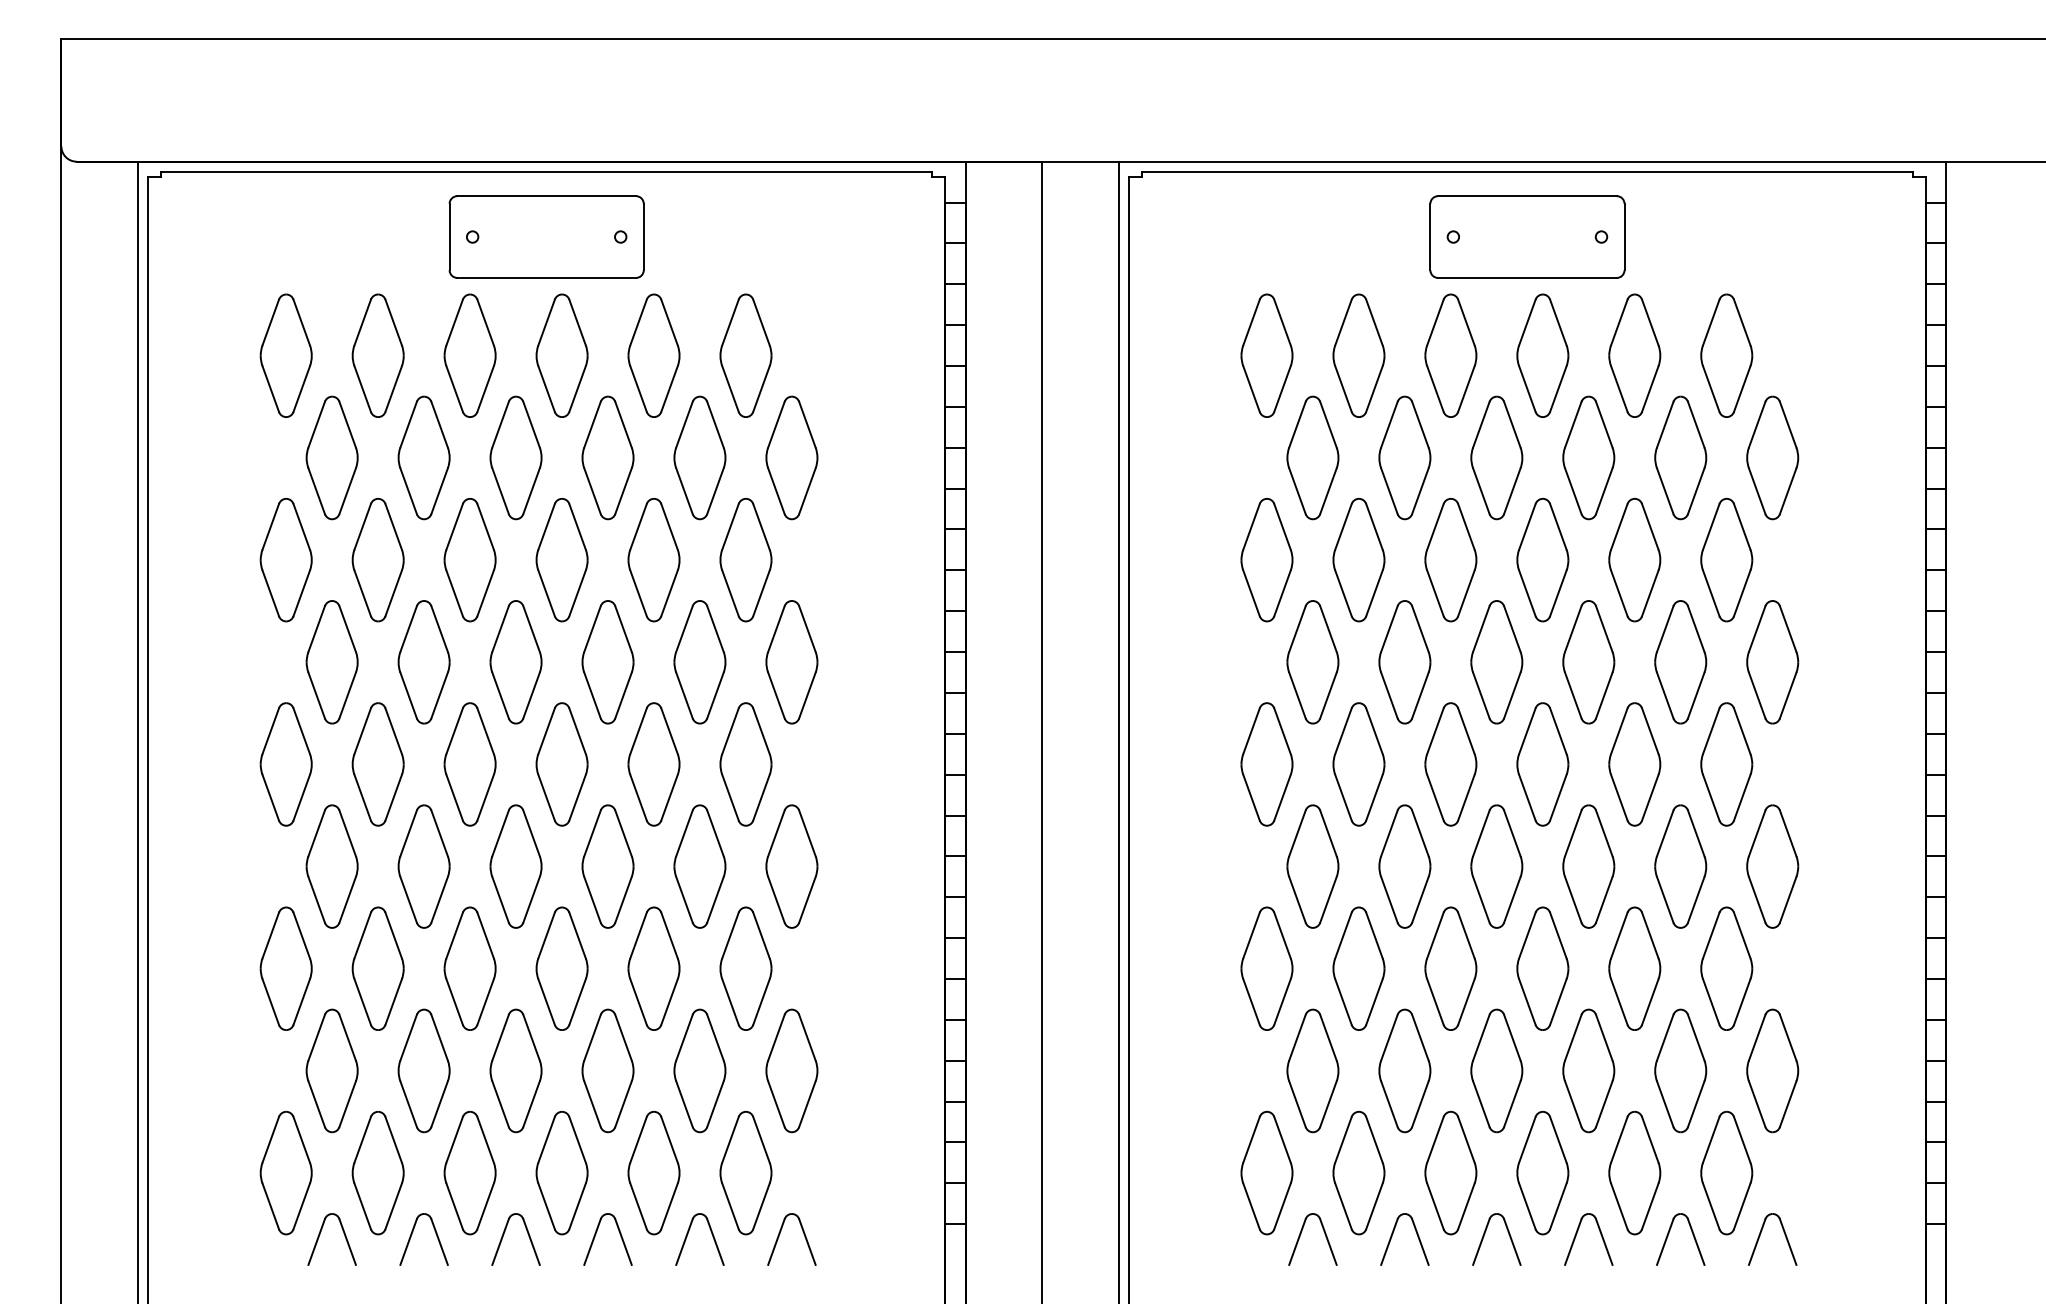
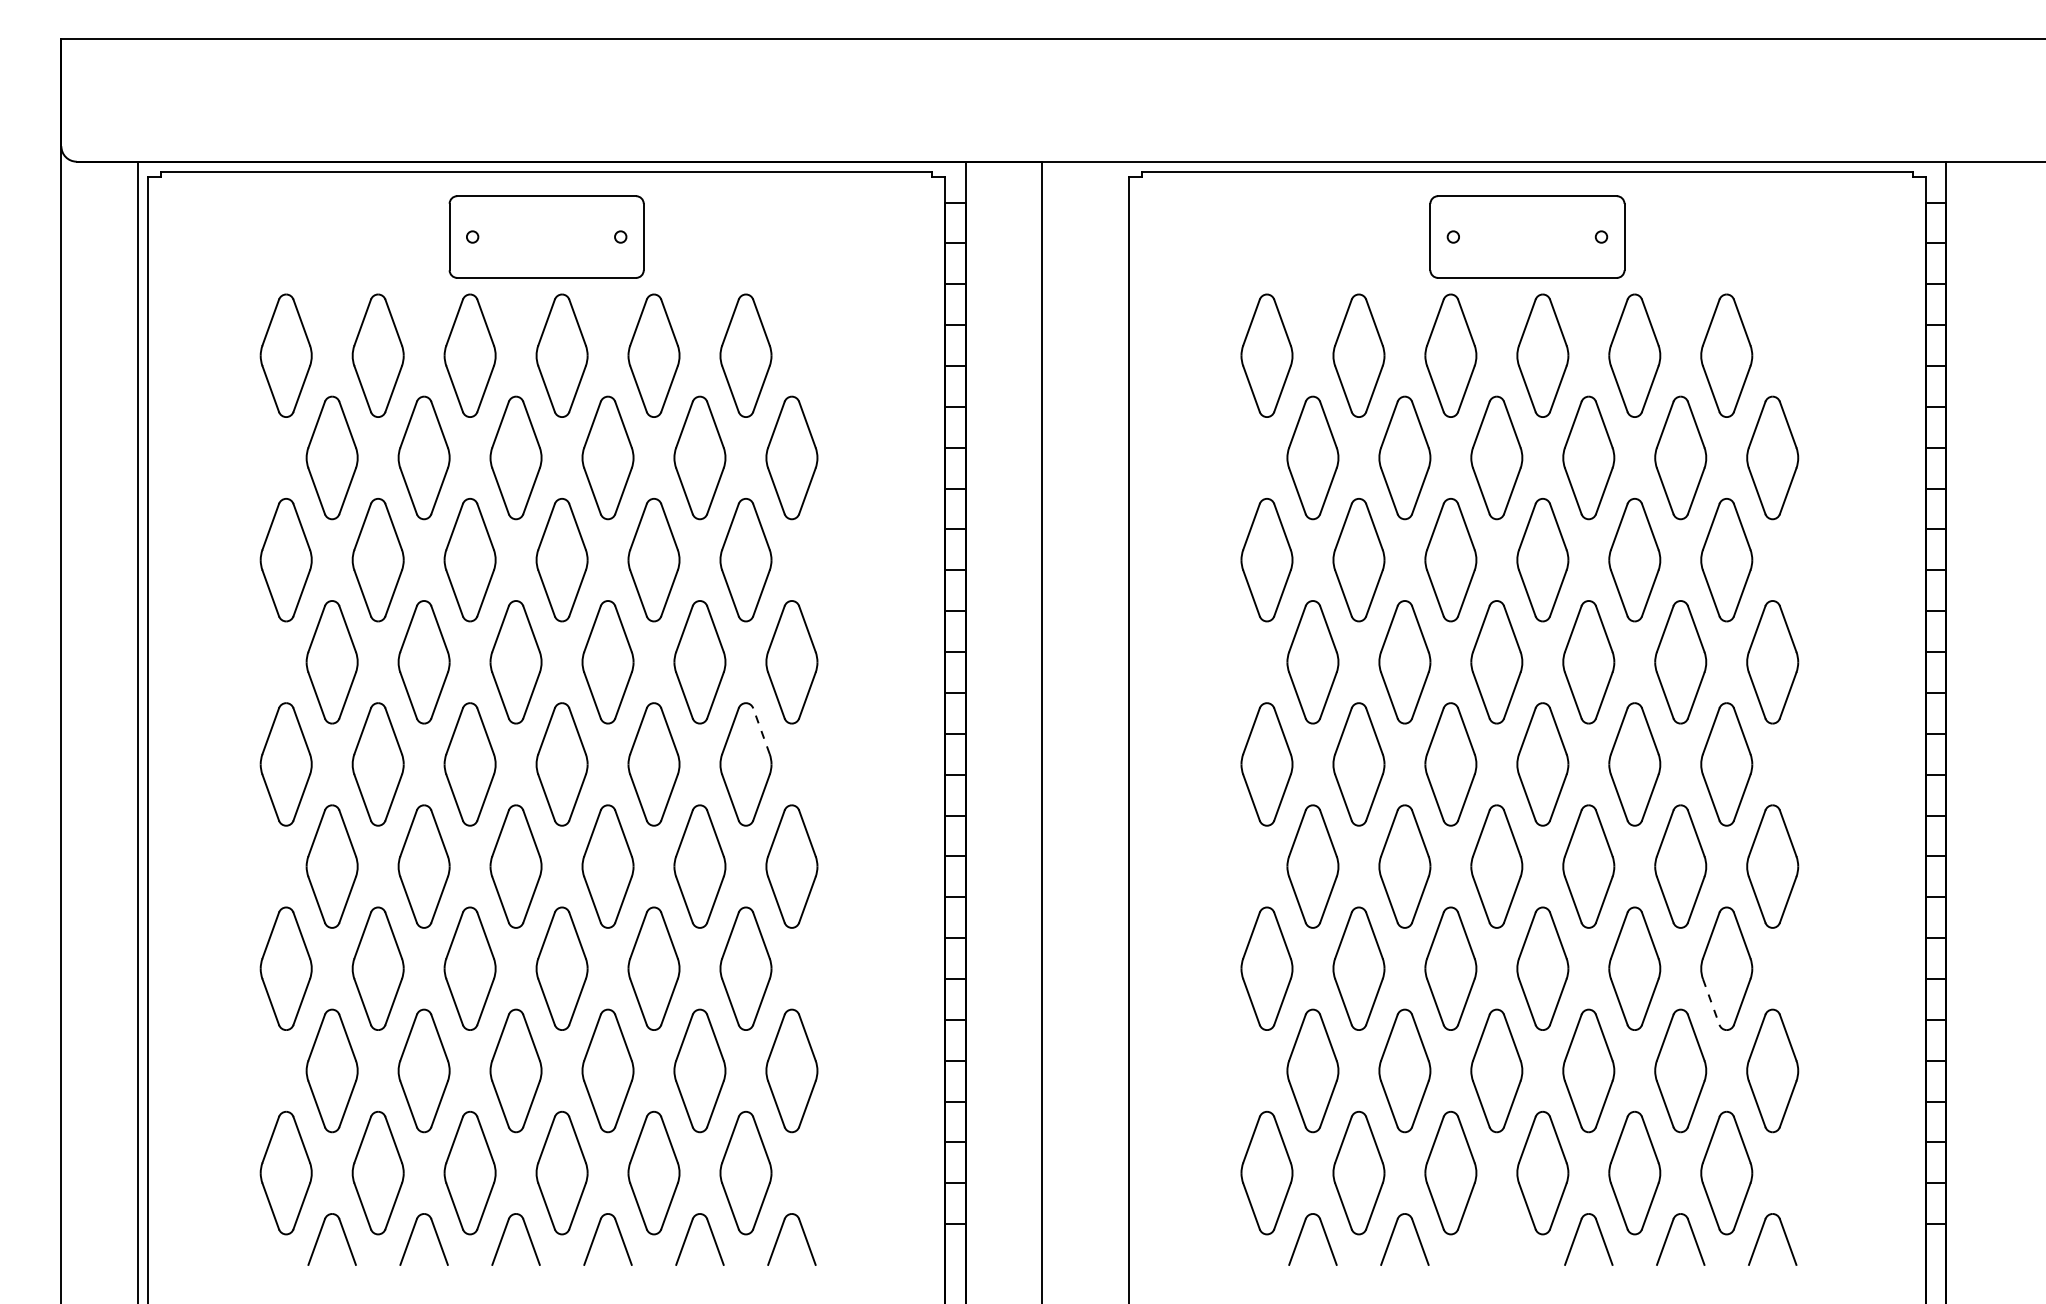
line at (761, 730): solid -> dashed
line at (1118, 730): present -> none
line at (1711, 1002): solid -> dashed
part at (1484, 1236): present -> none
